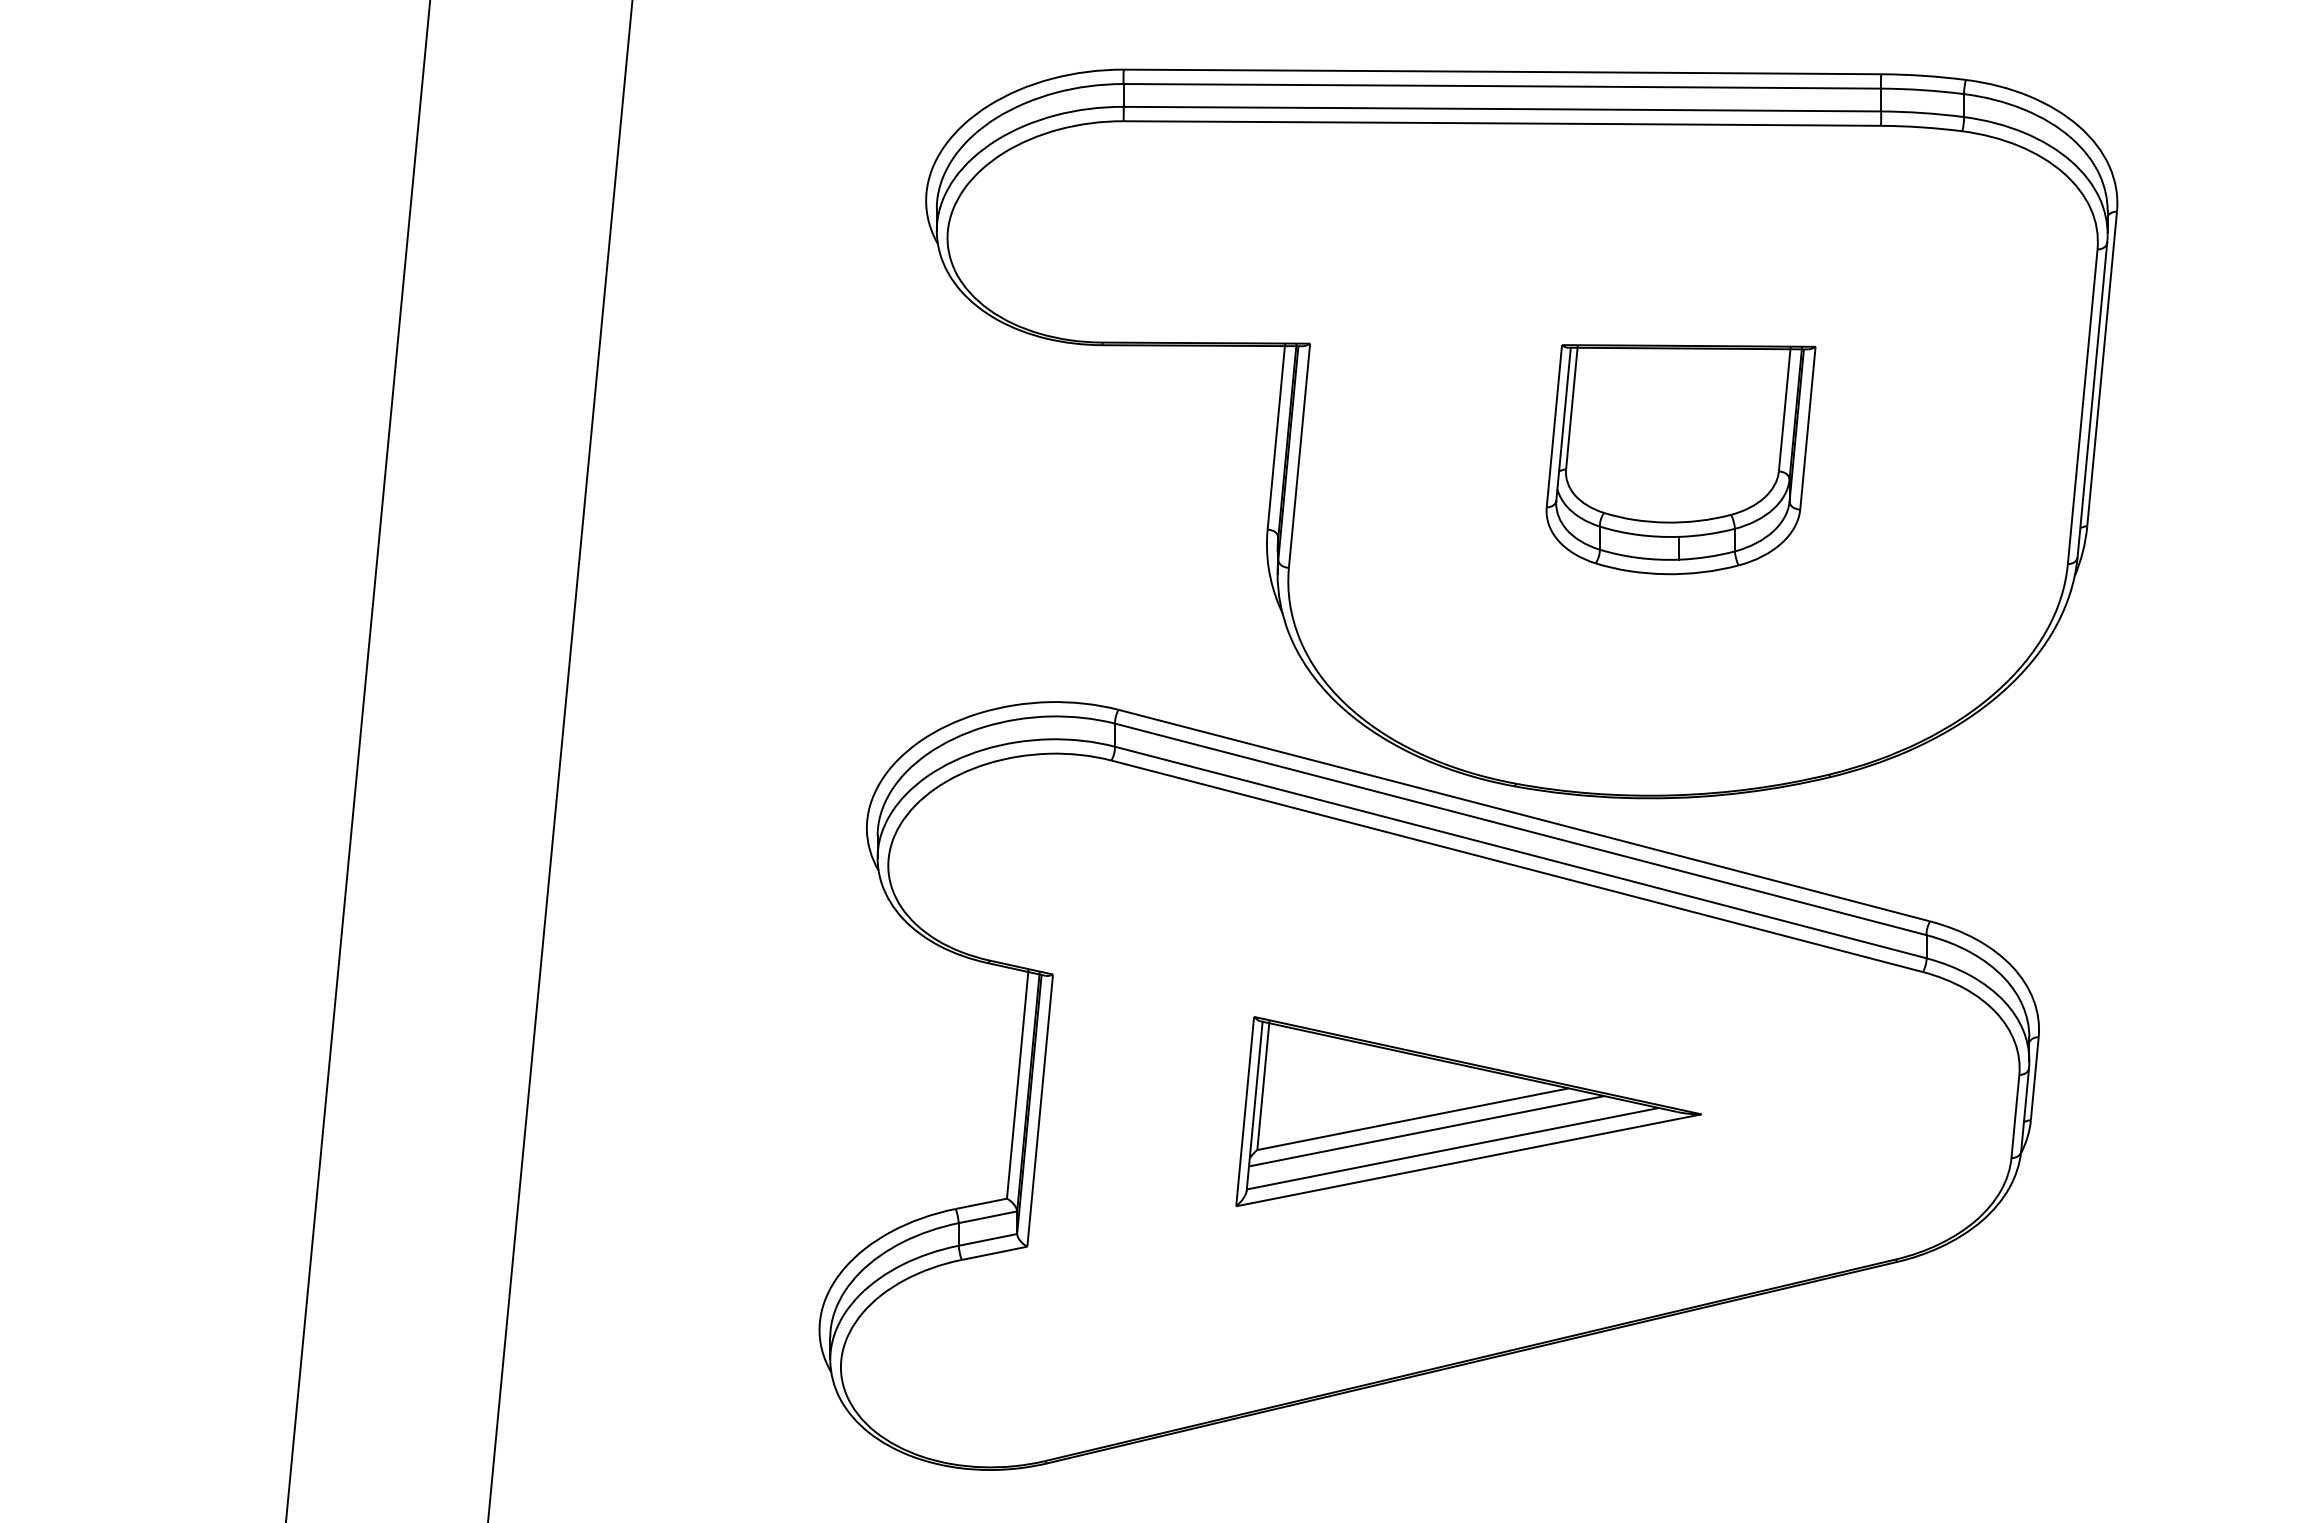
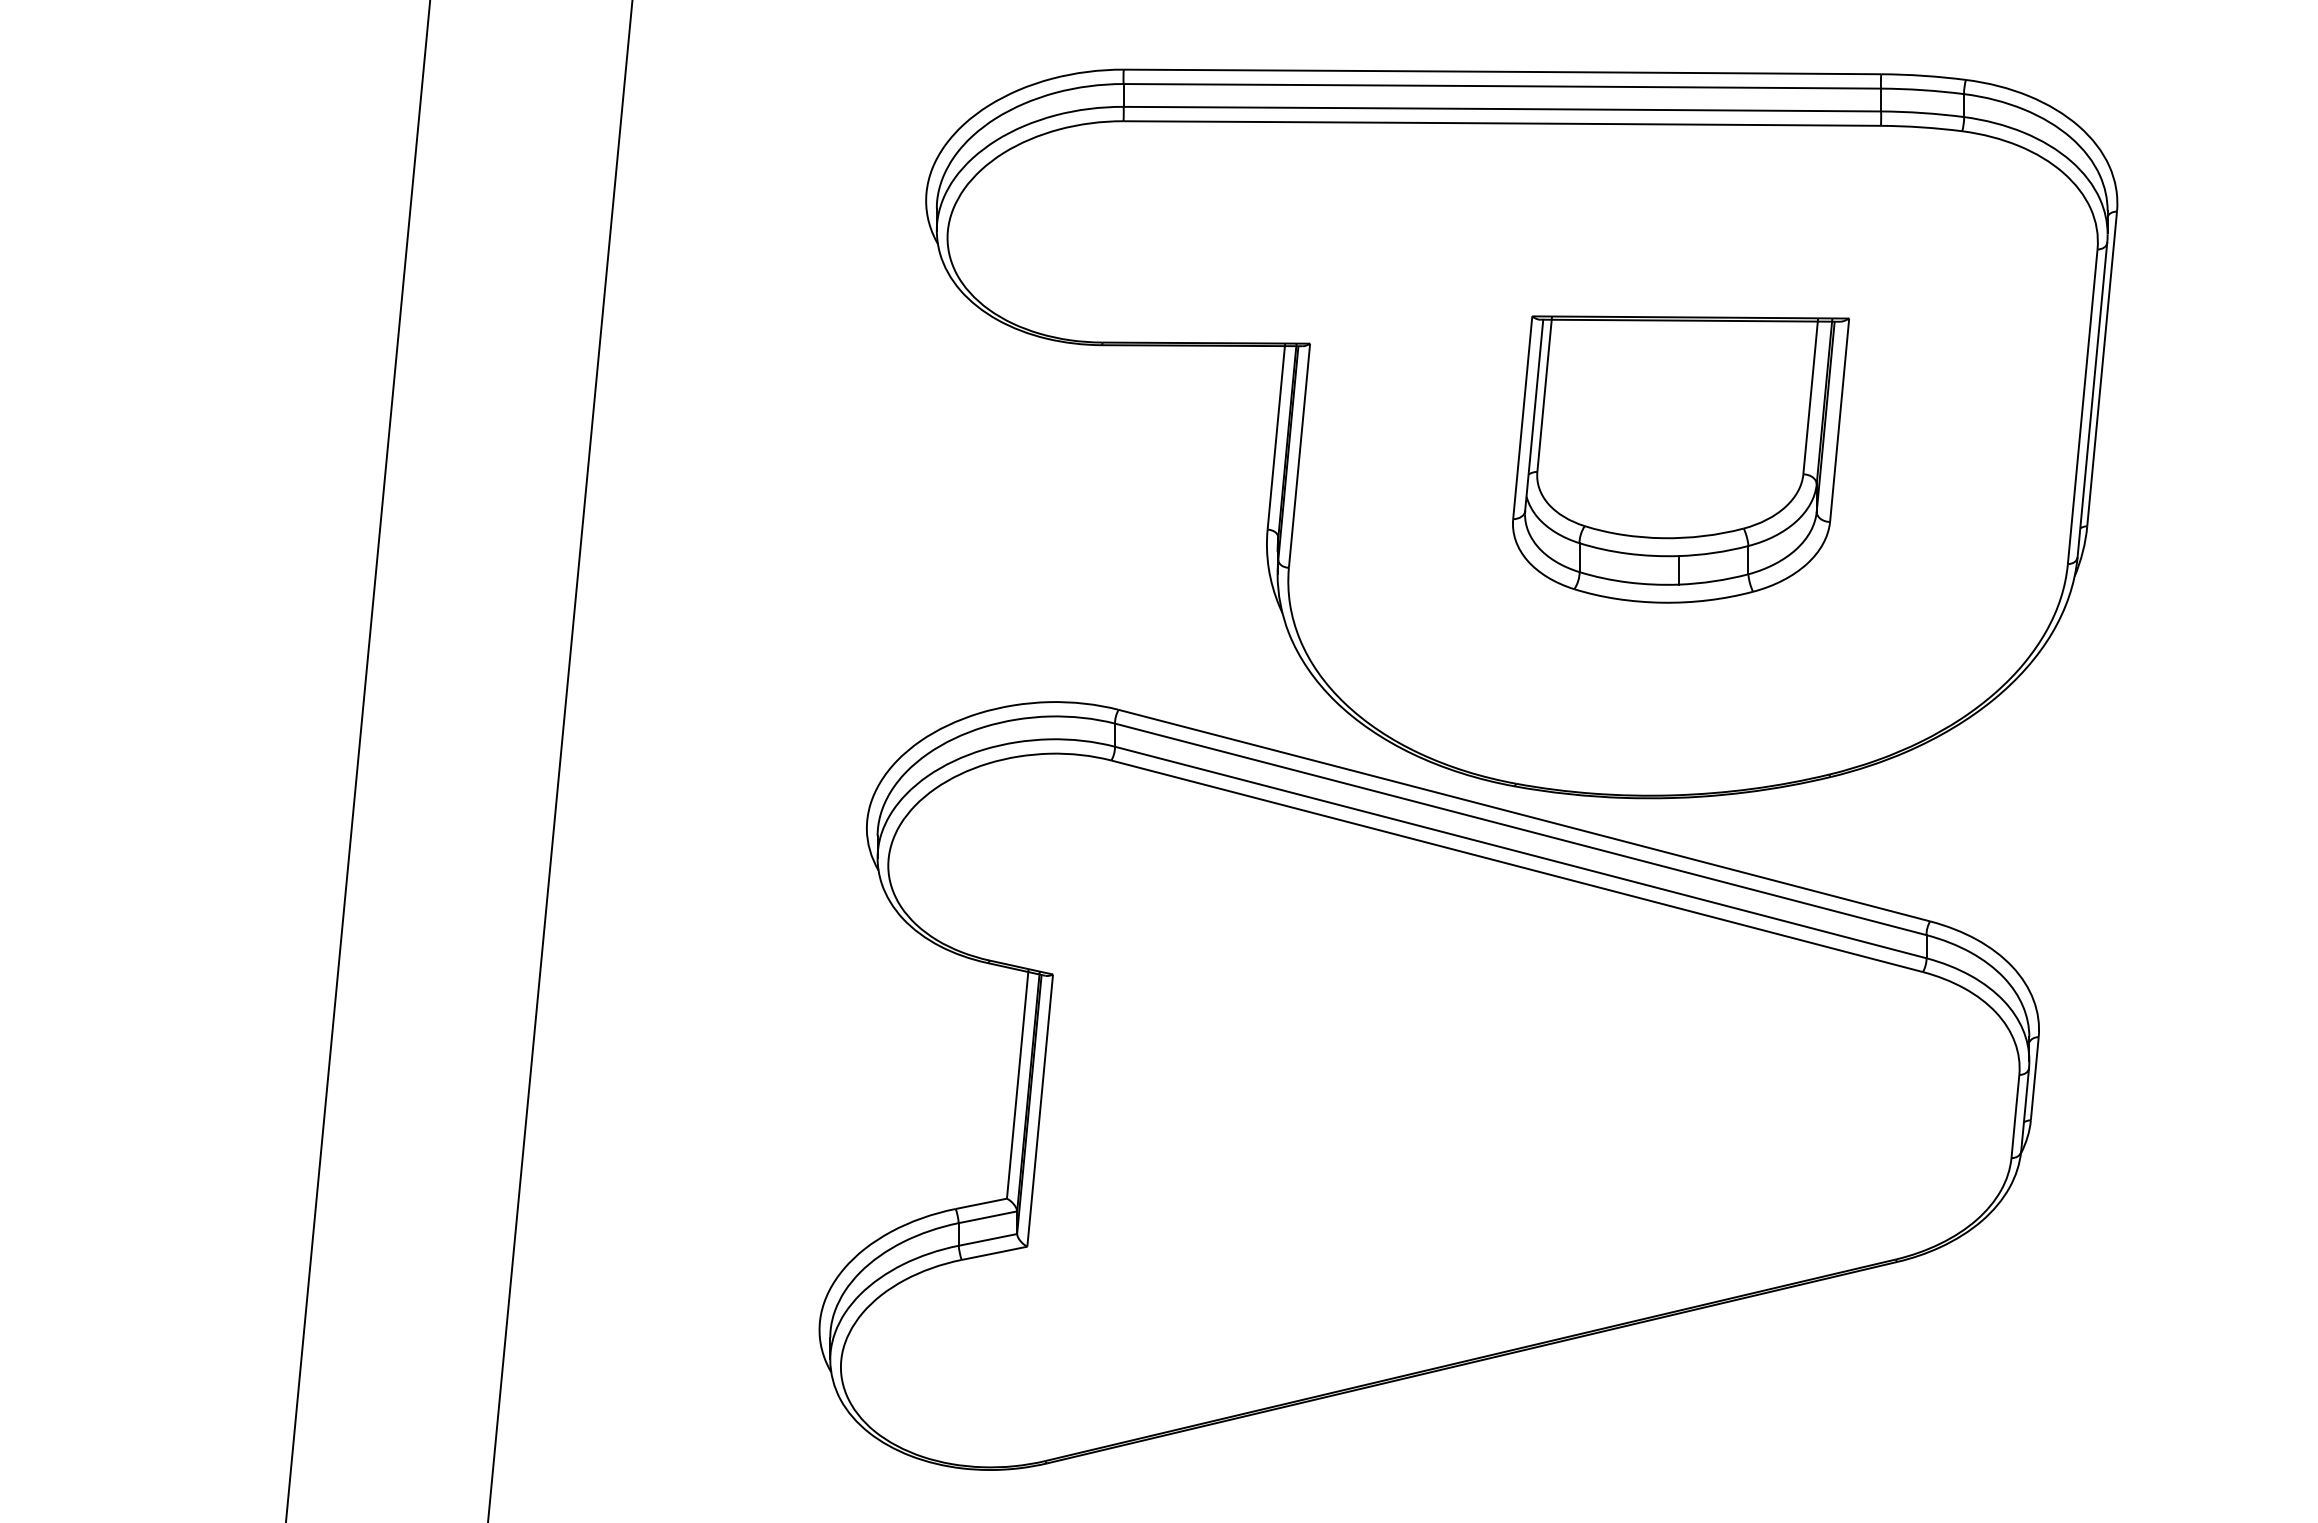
part at (1680, 459) size: 272x232 px -> 338x289 px
part at (1468, 1111): present -> none
